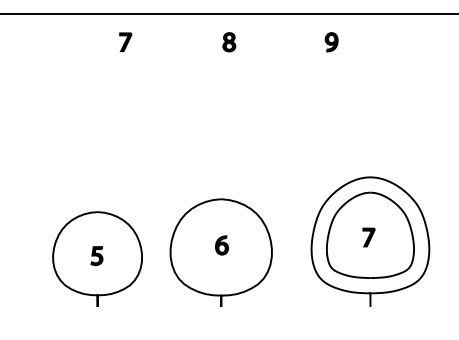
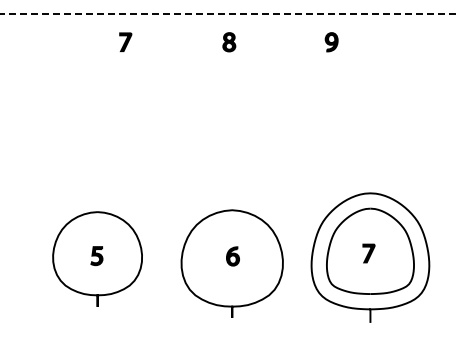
line at (229, 13): solid -> dashed
part at (370, 241) position: (370, 241) -> (370, 257)
part at (220, 252) position: (220, 252) -> (231, 263)
